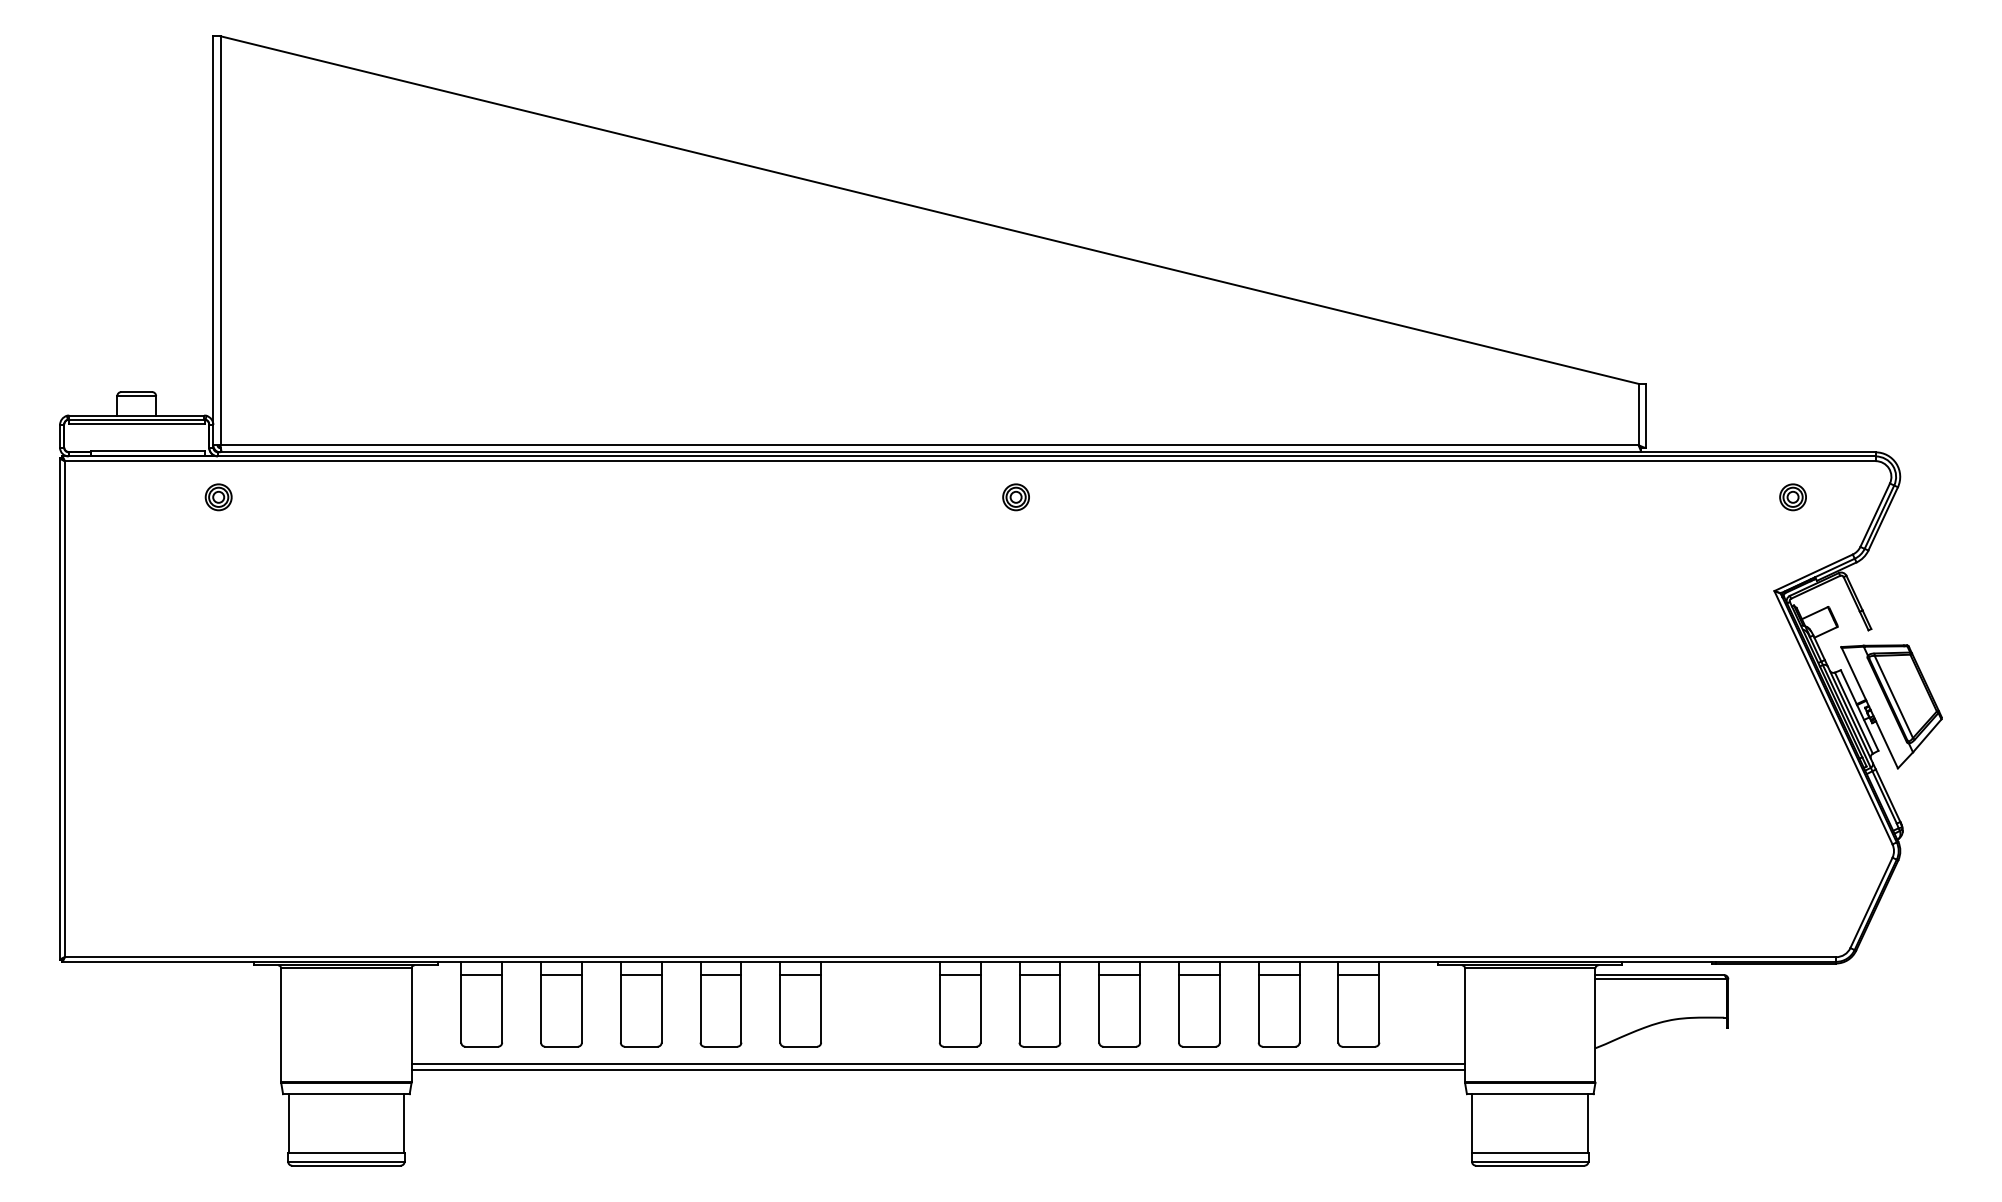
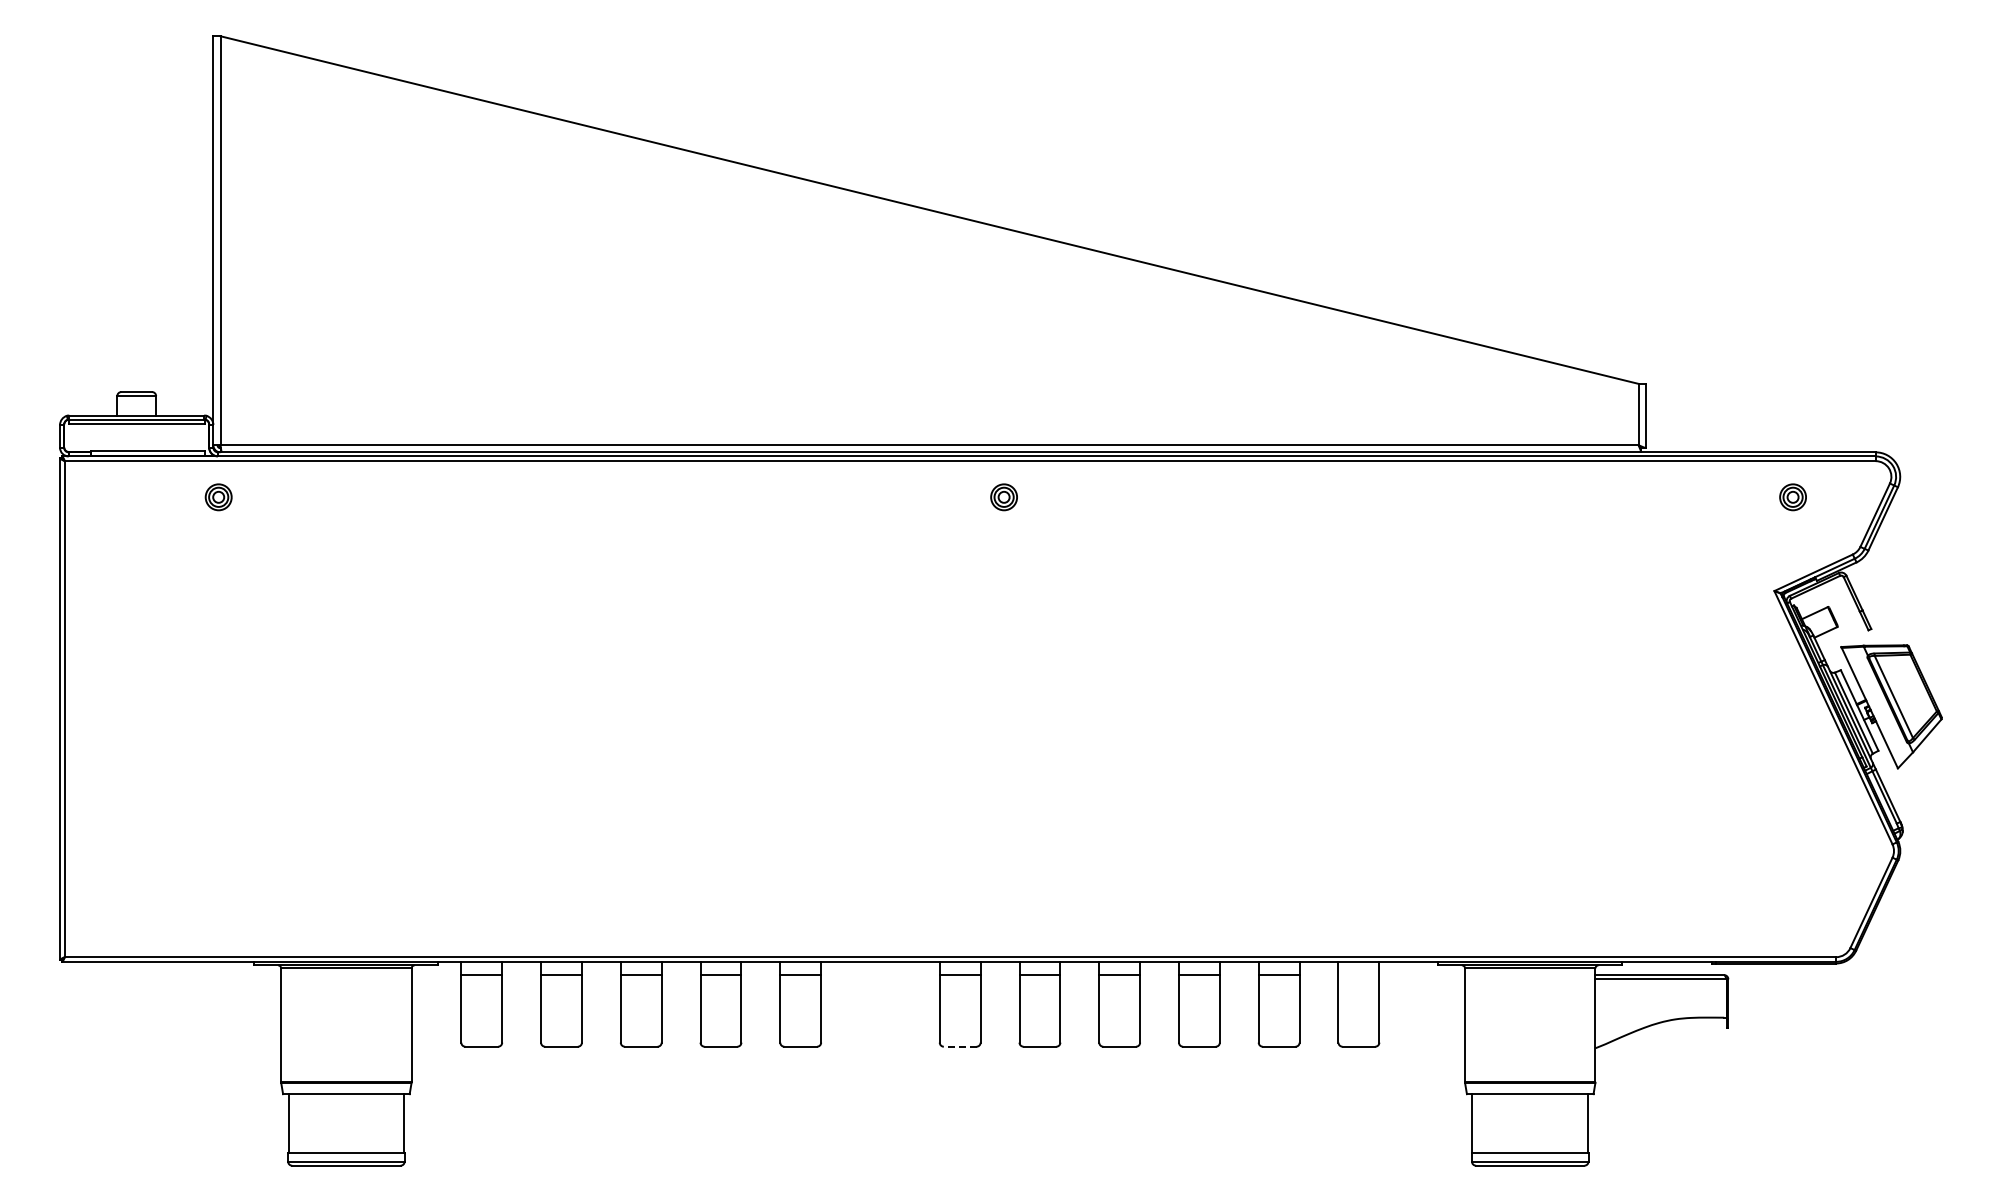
part at (1015, 497) position: (1015, 497) -> (1003, 497)
line at (1358, 975): present -> none
line at (959, 1046): solid -> dashed
line at (938, 1064): present -> none
line at (938, 1069): present -> none
